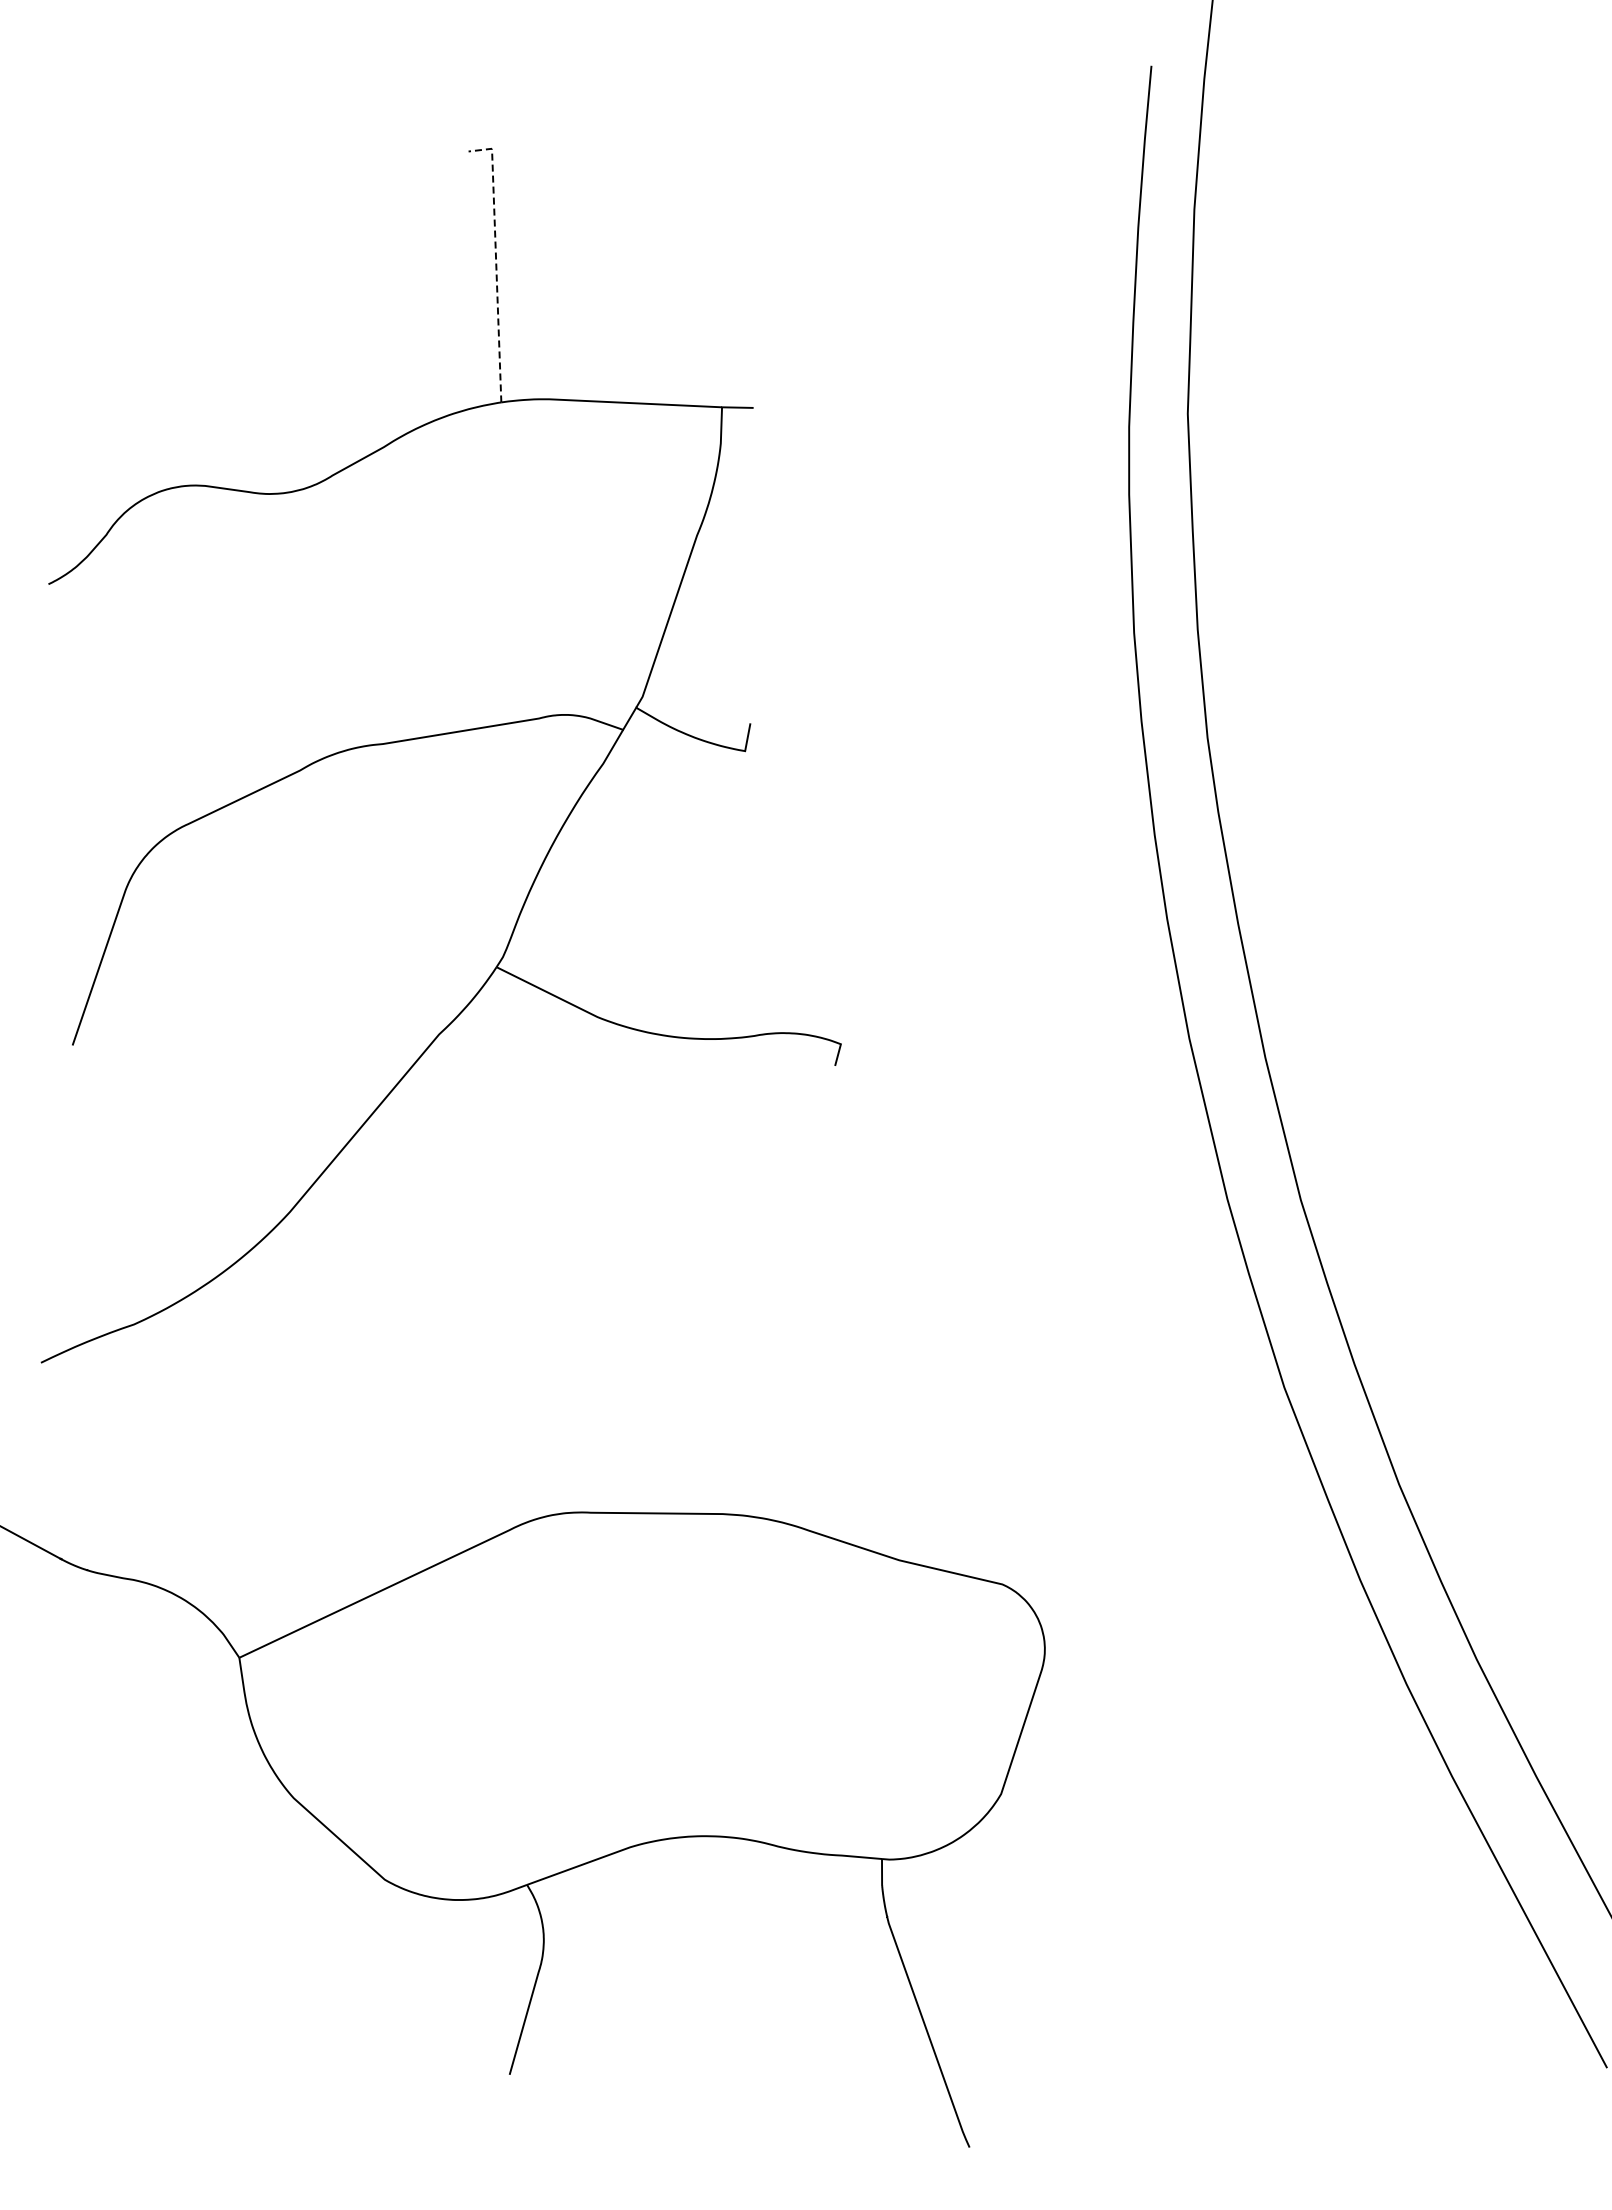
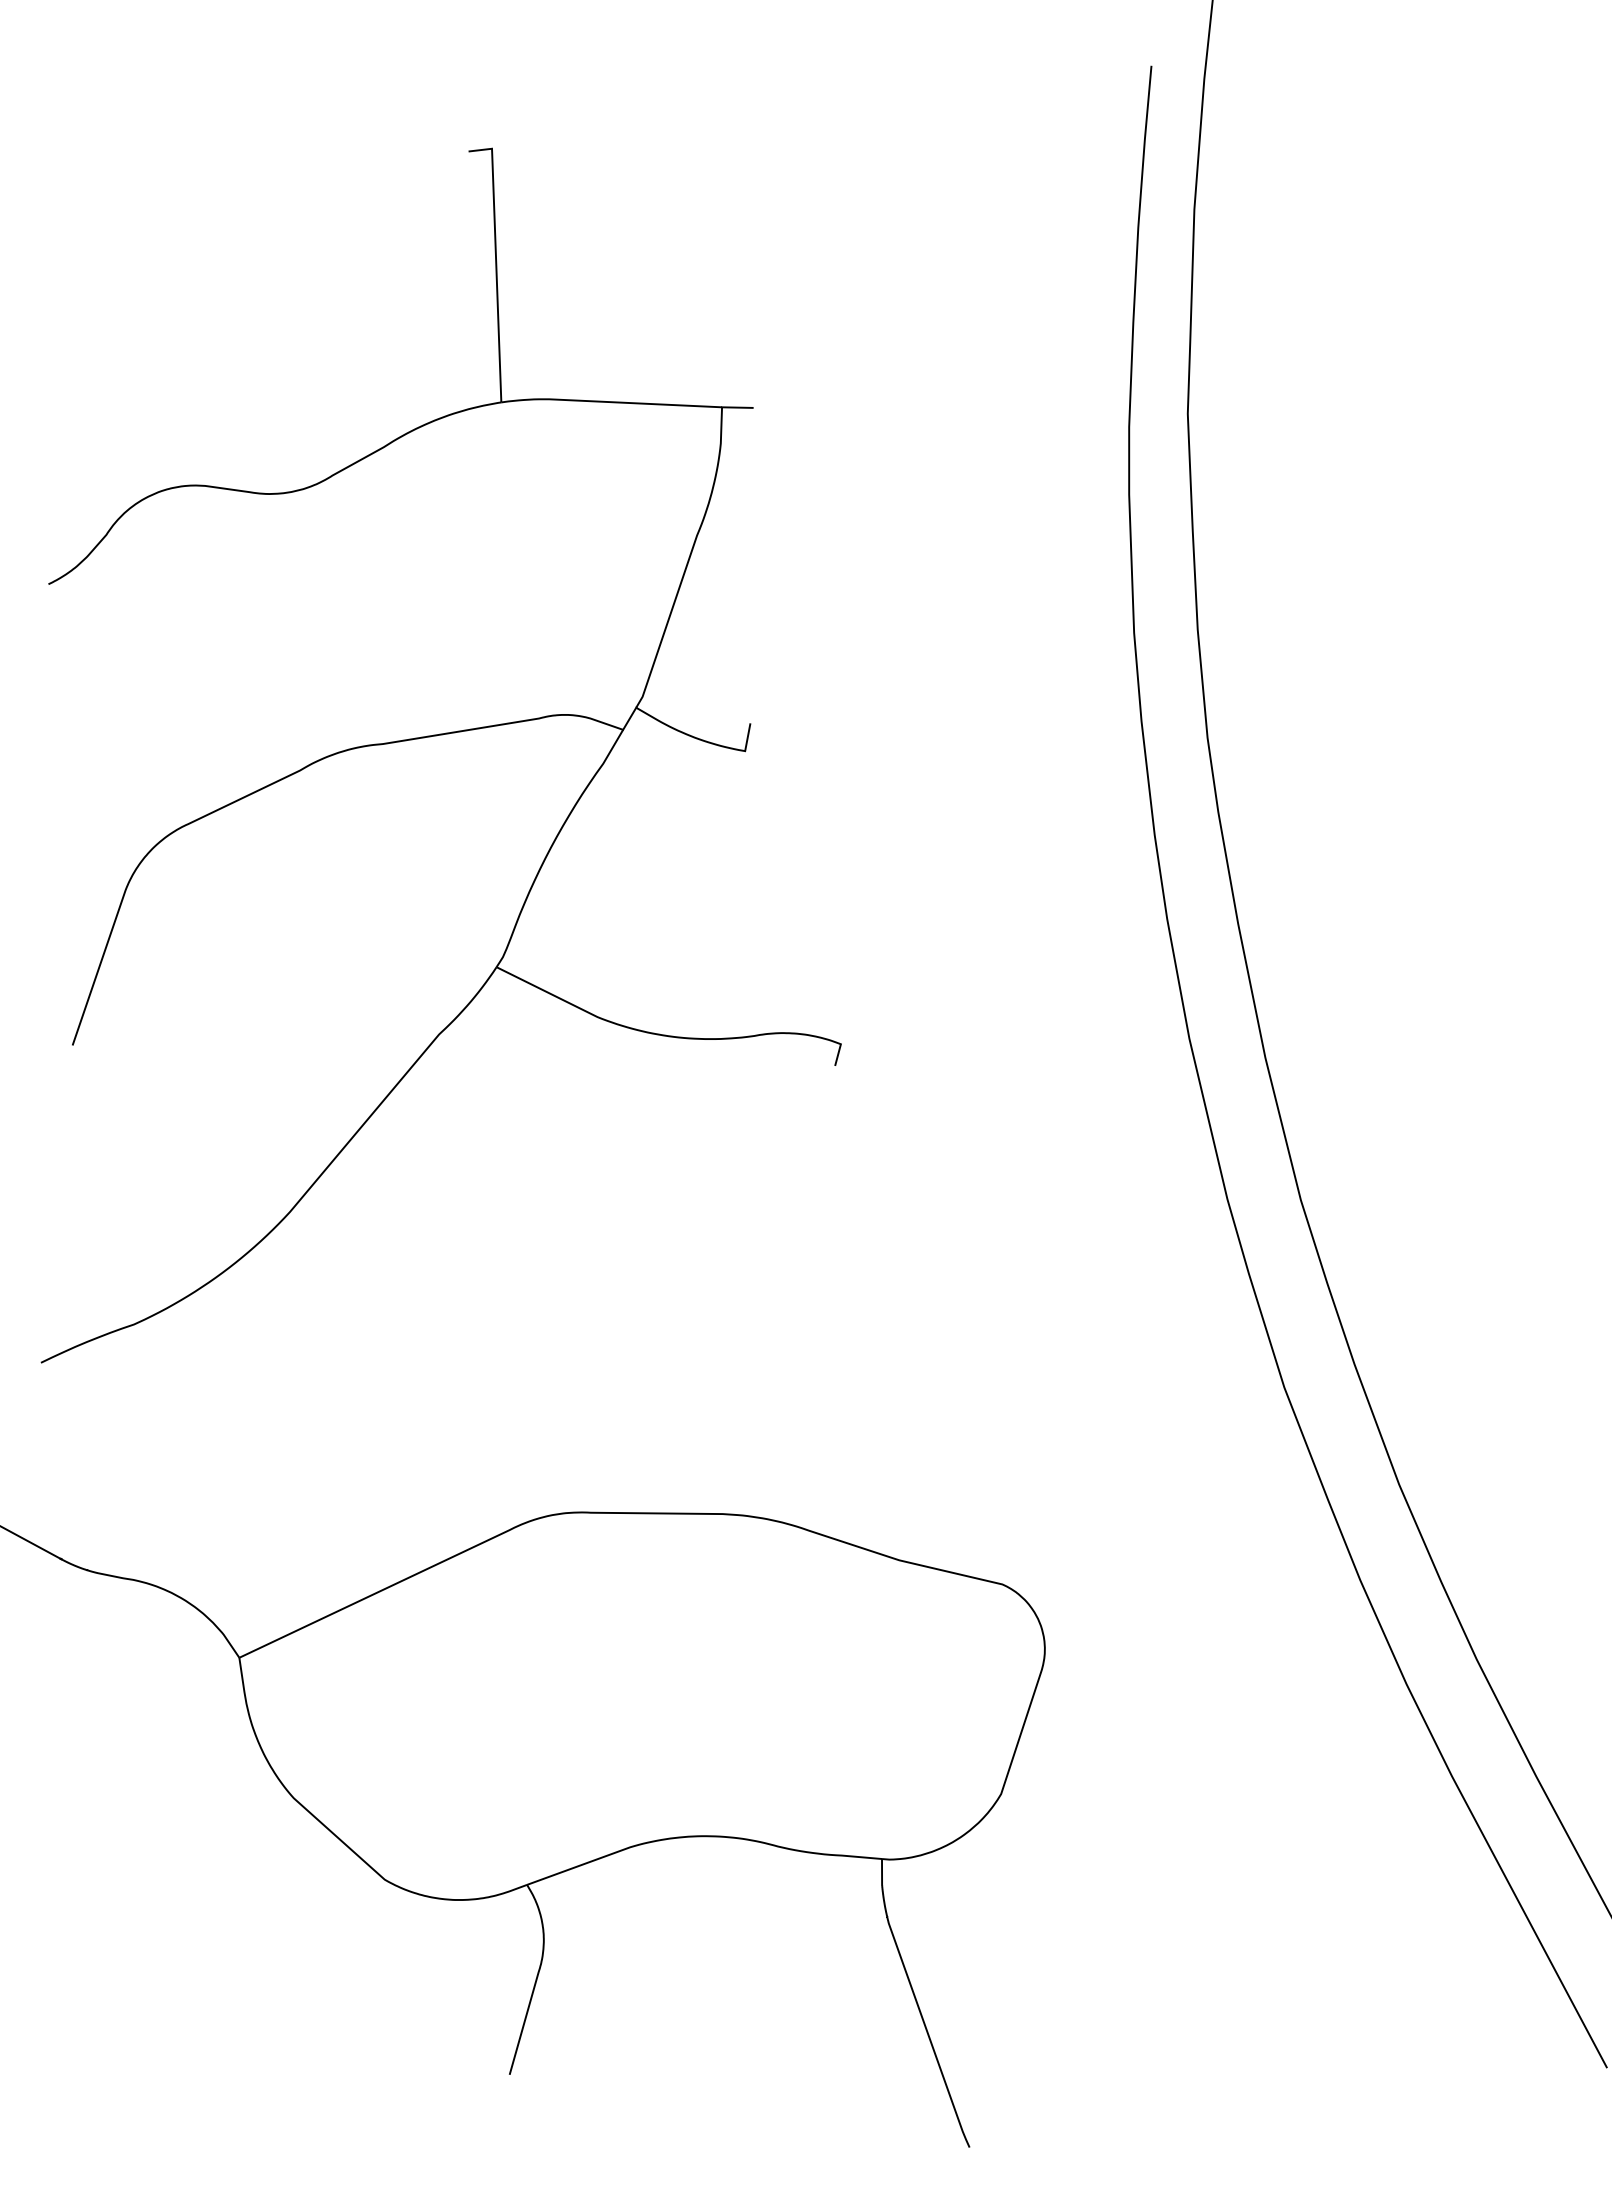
line at (496, 262): dashed -> solid
